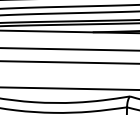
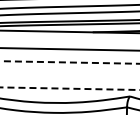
line at (69, 62): solid -> dashed
line at (69, 88): solid -> dashed
